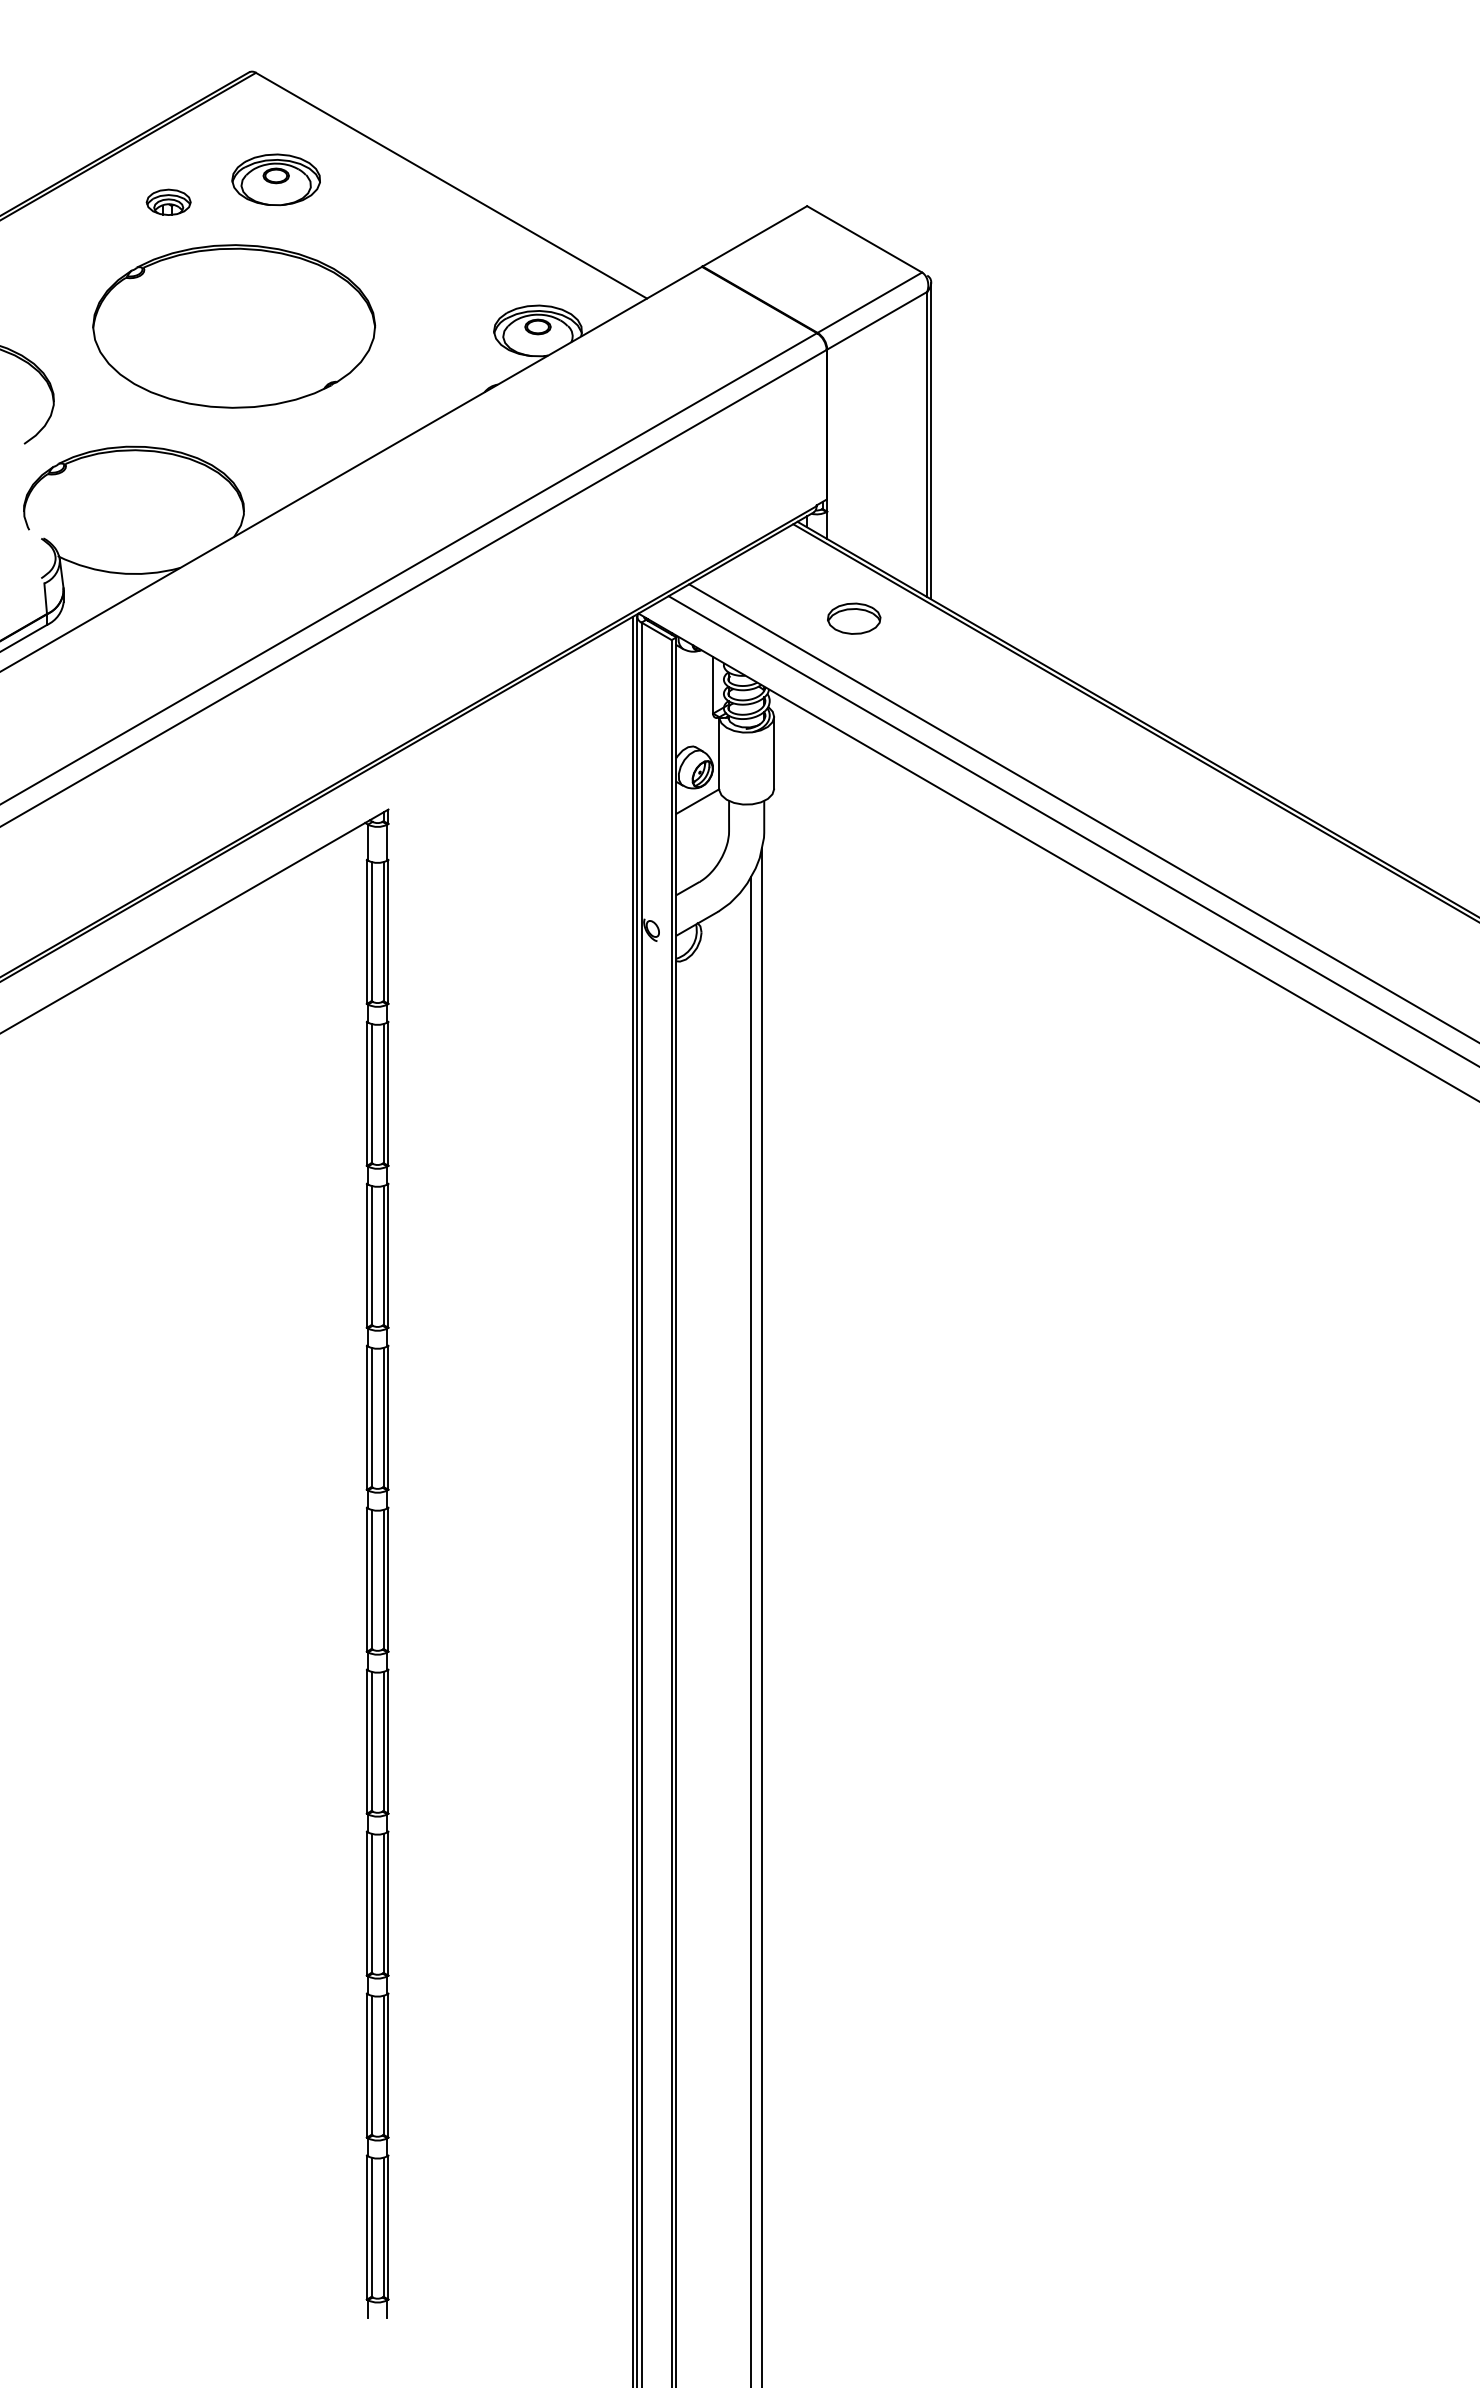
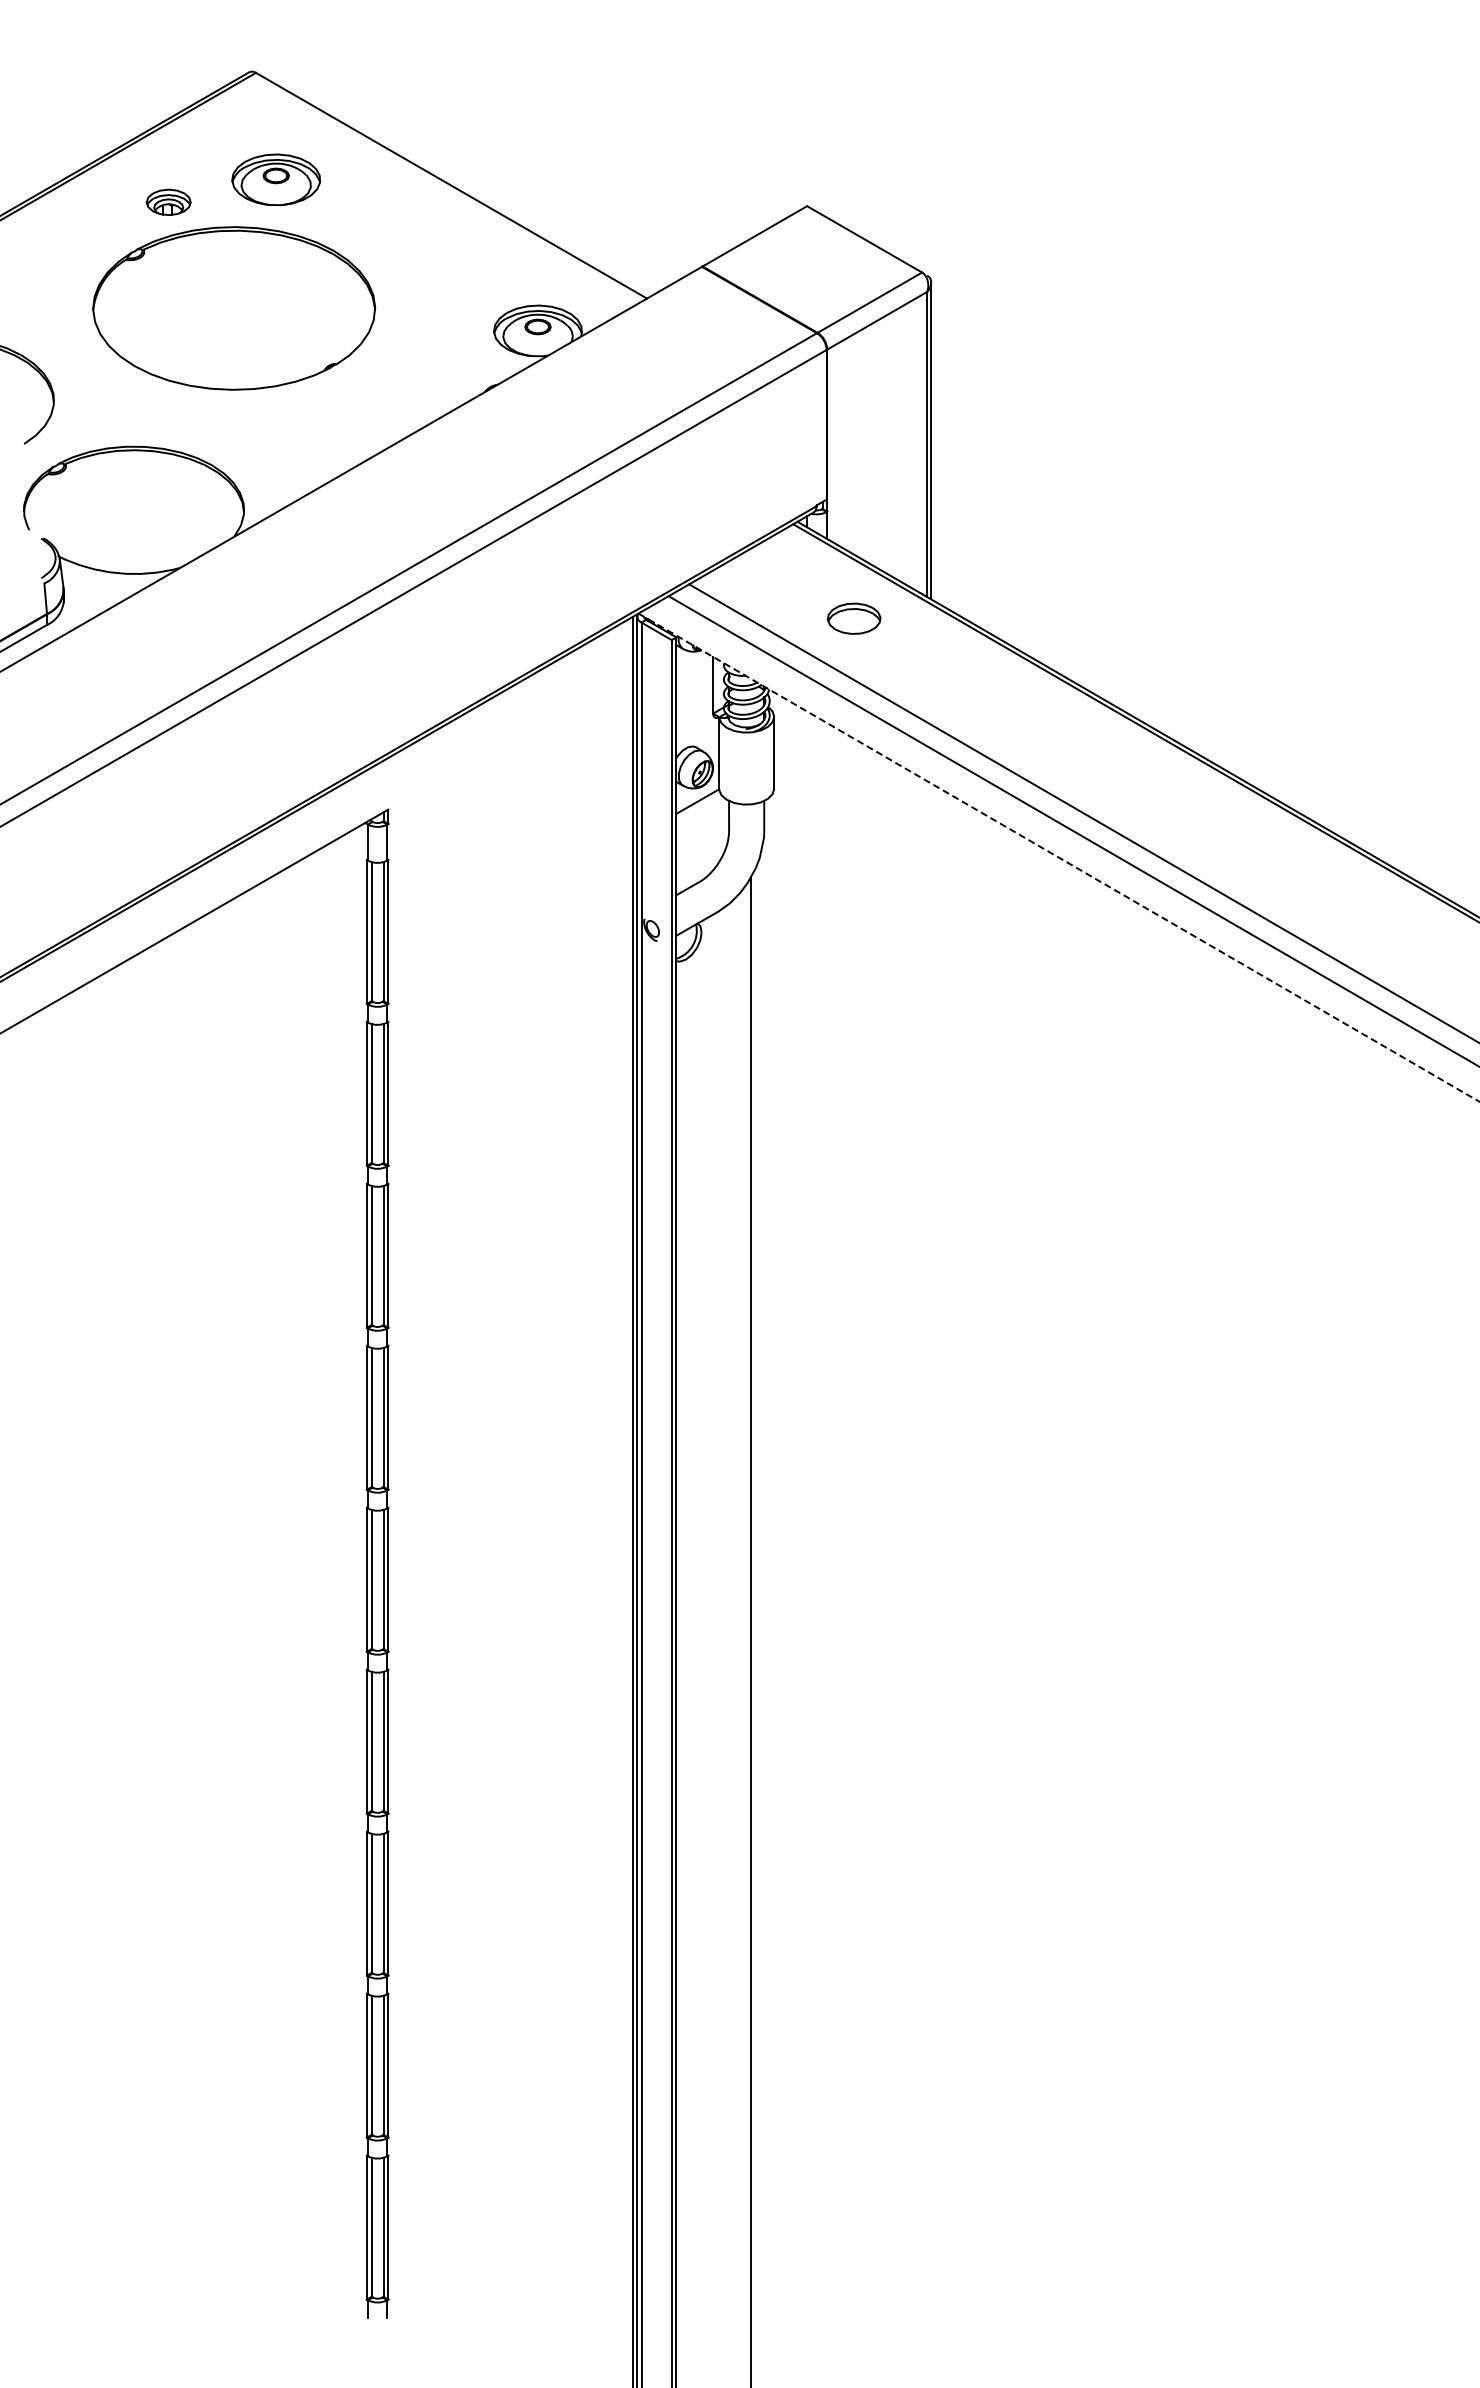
part at (234, 326) position: (234, 326) -> (234, 308)
line at (1059, 858): solid -> dashed
line at (761, 1615): present -> none
